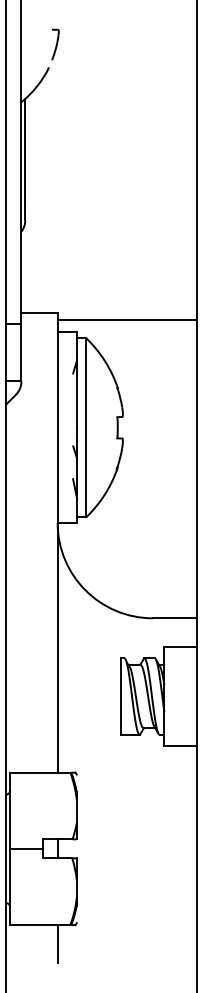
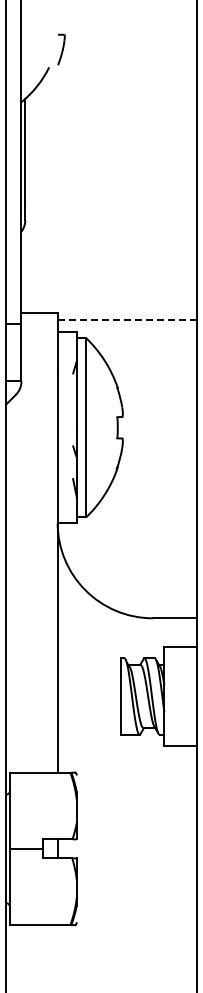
part at (55, 44) position: (55, 44) -> (61, 49)
line at (127, 319): solid -> dashed
line at (57, 944): present -> none
